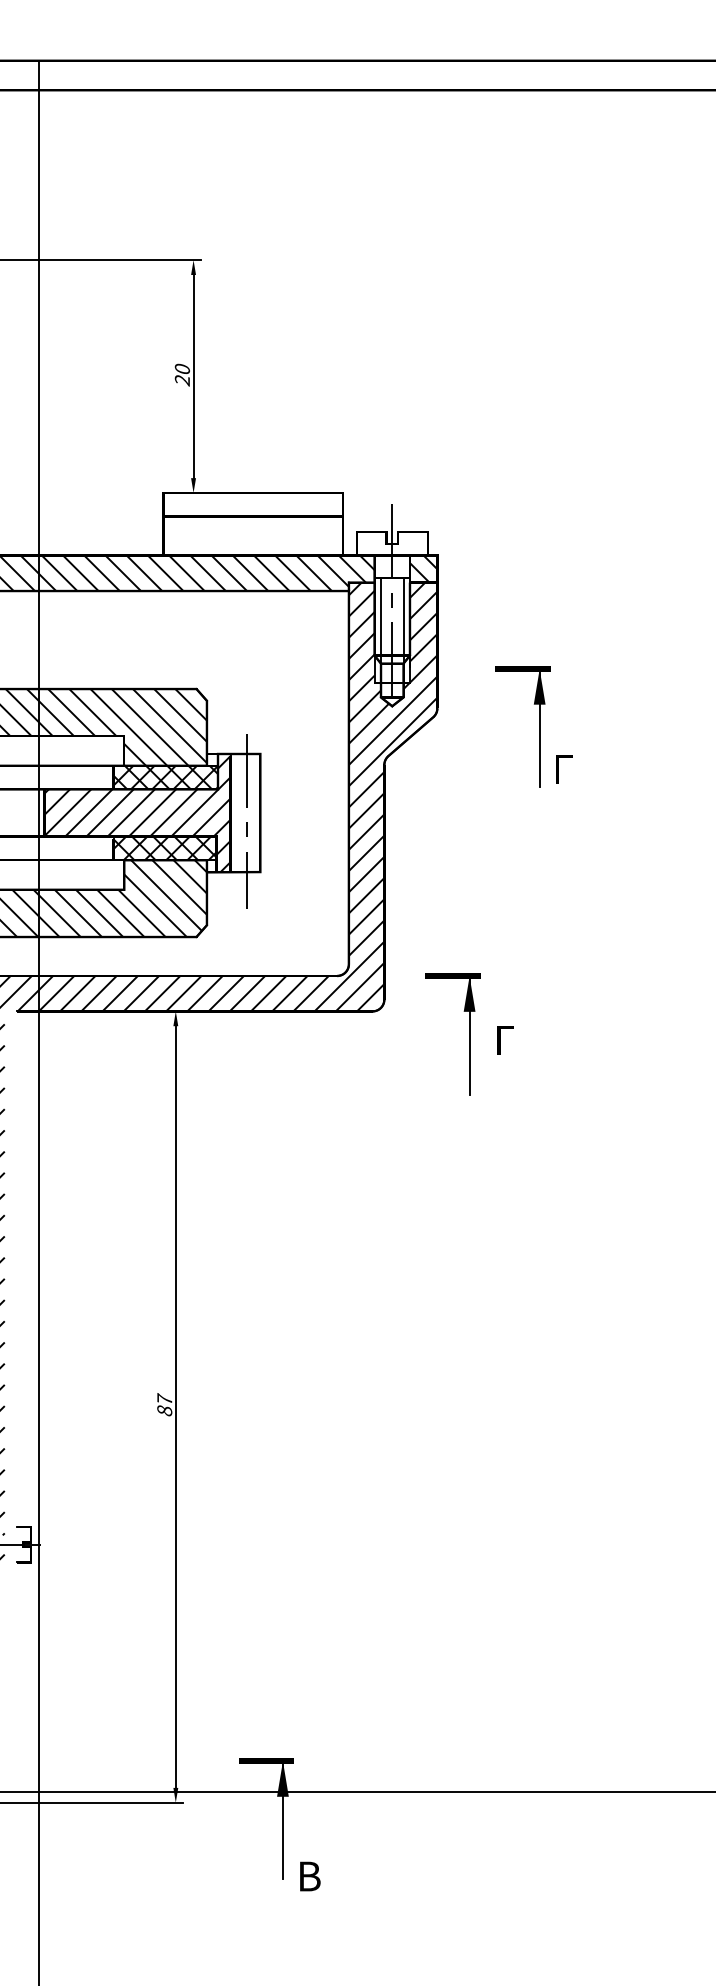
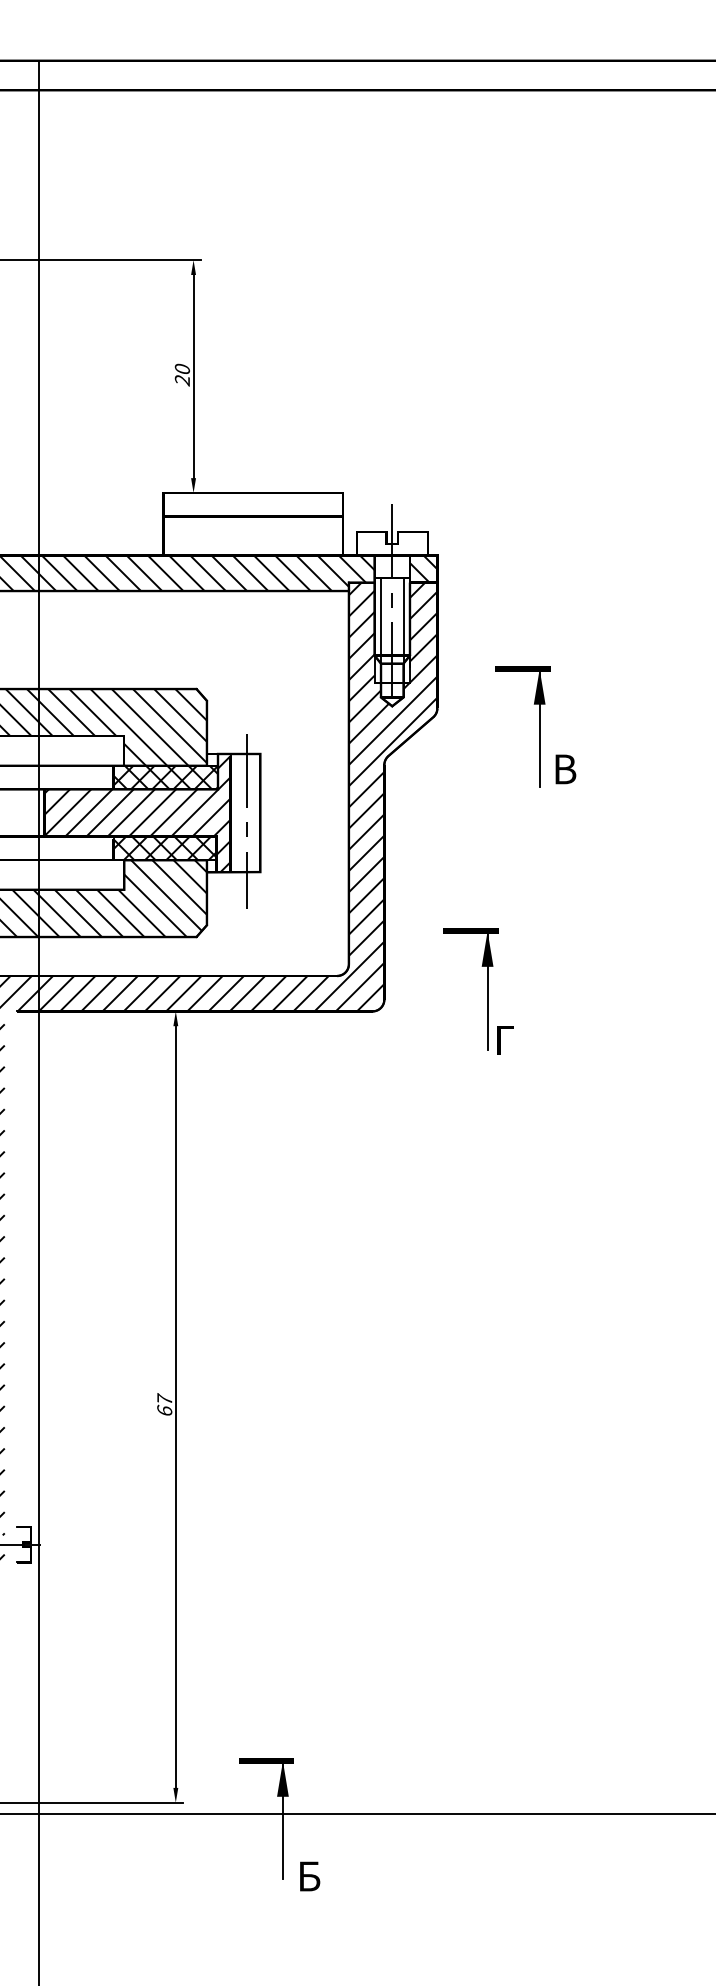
text at (565, 769): Г -> В
part at (469, 1034) position: (469, 1034) -> (487, 989)
text at (164, 1410): 87 -> 67
line at (357, 1792) position: (357, 1792) -> (357, 1814)
text at (312, 1874): В -> Б
